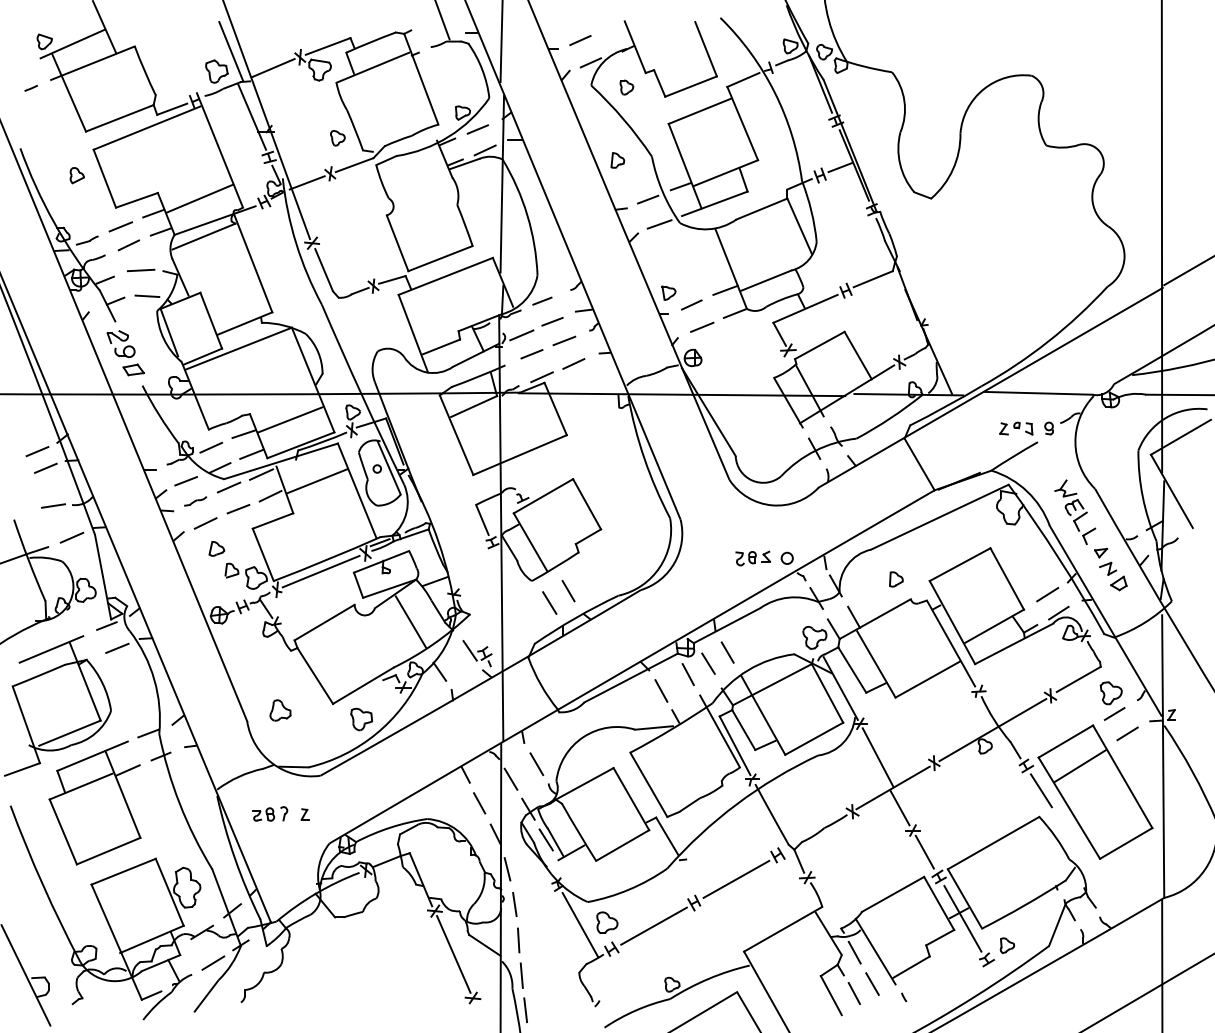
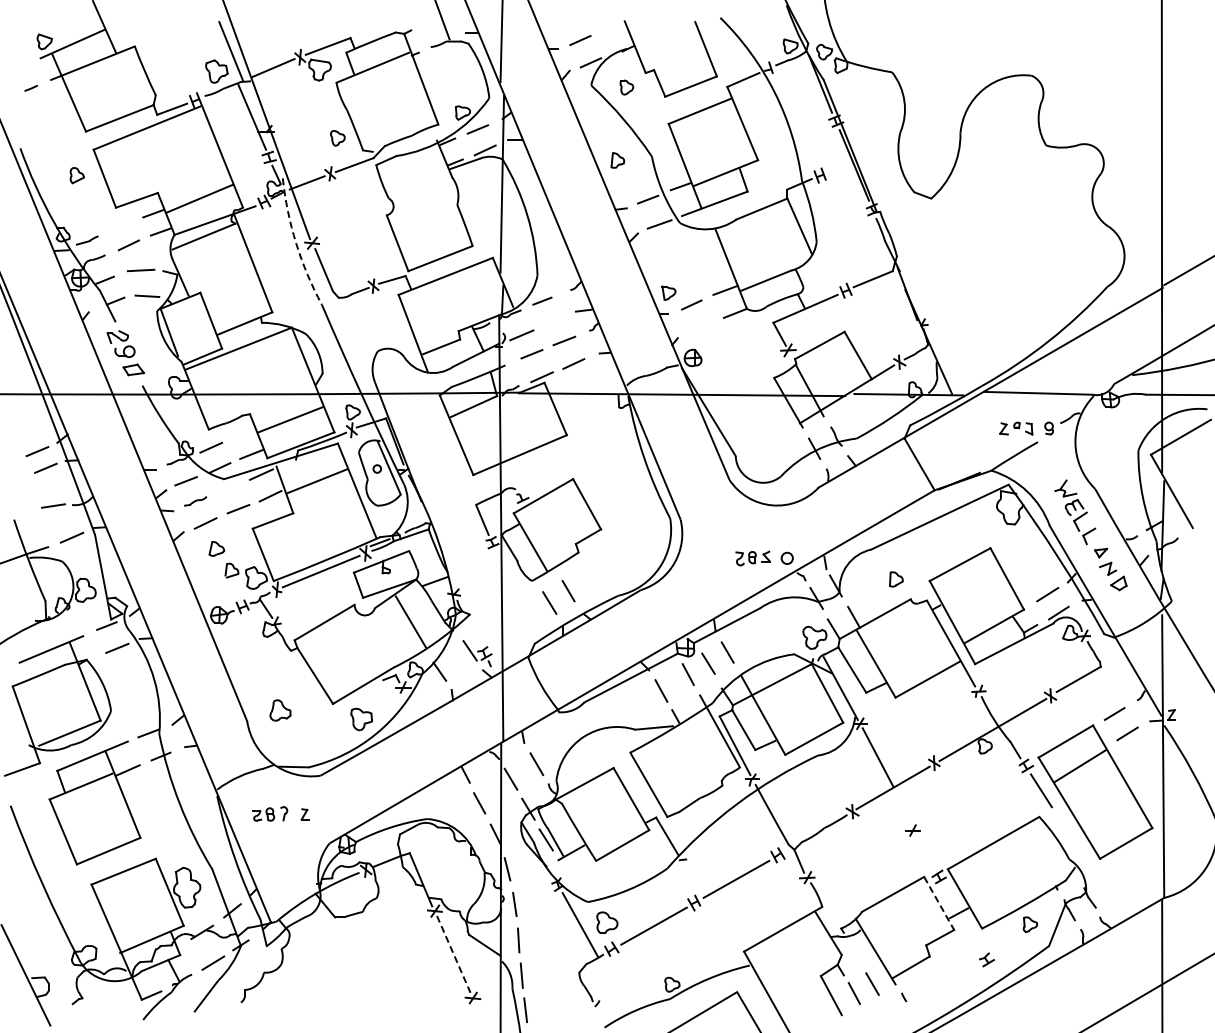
line at (840, 167): present -> none
line at (120, 226): present -> none
arc at (296, 243): solid -> dashed
line at (552, 321): present -> none
line at (702, 326): present -> none
line at (243, 433): present -> none
line at (228, 487): present -> none
part at (1110, 693): present -> none
line at (899, 808): present -> none
line at (924, 851): present -> none
line at (939, 903): solid -> dashed
line at (962, 918): present -> none
part at (1006, 945) position: (1006, 945) -> (1029, 924)
line at (854, 952): present -> none
line at (453, 954): solid -> dashed
